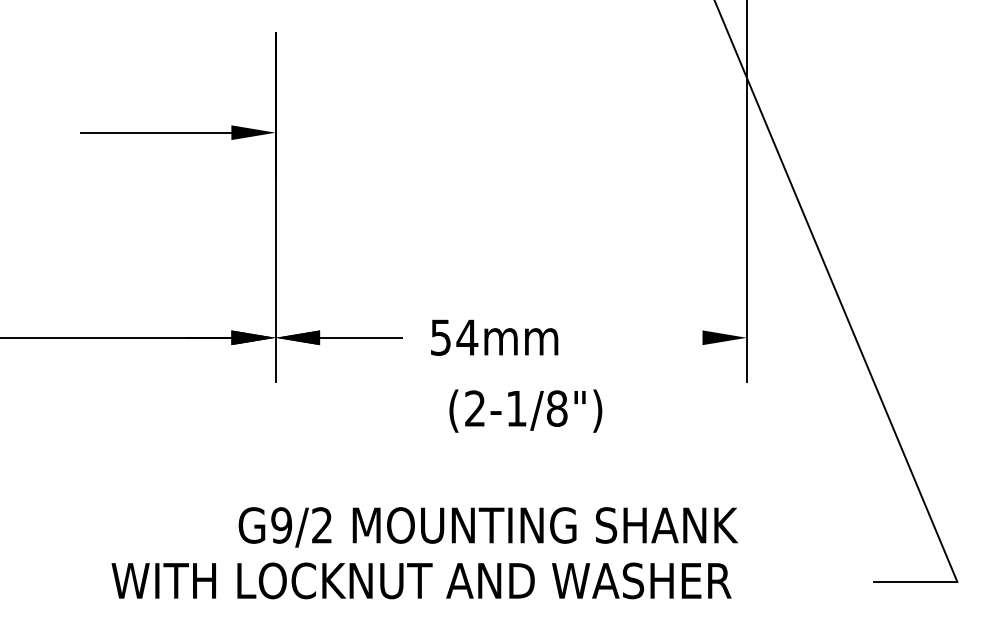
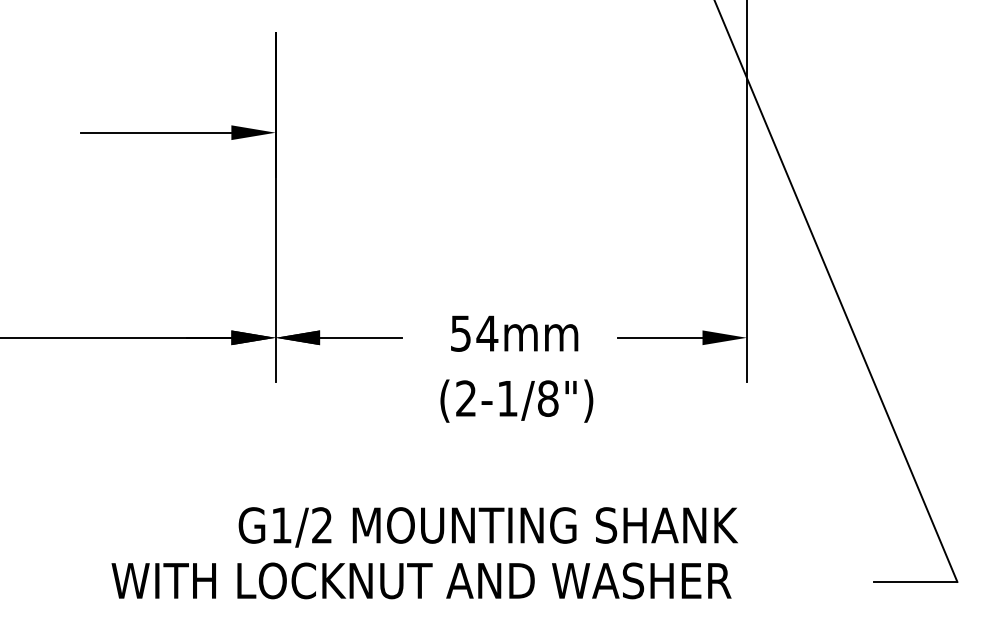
text at (494, 337) position: (494, 337) -> (514, 333)
line at (659, 337): none -> present
text at (525, 410) position: (525, 410) -> (516, 400)
text at (281, 525): G9/2 -> G1/2
